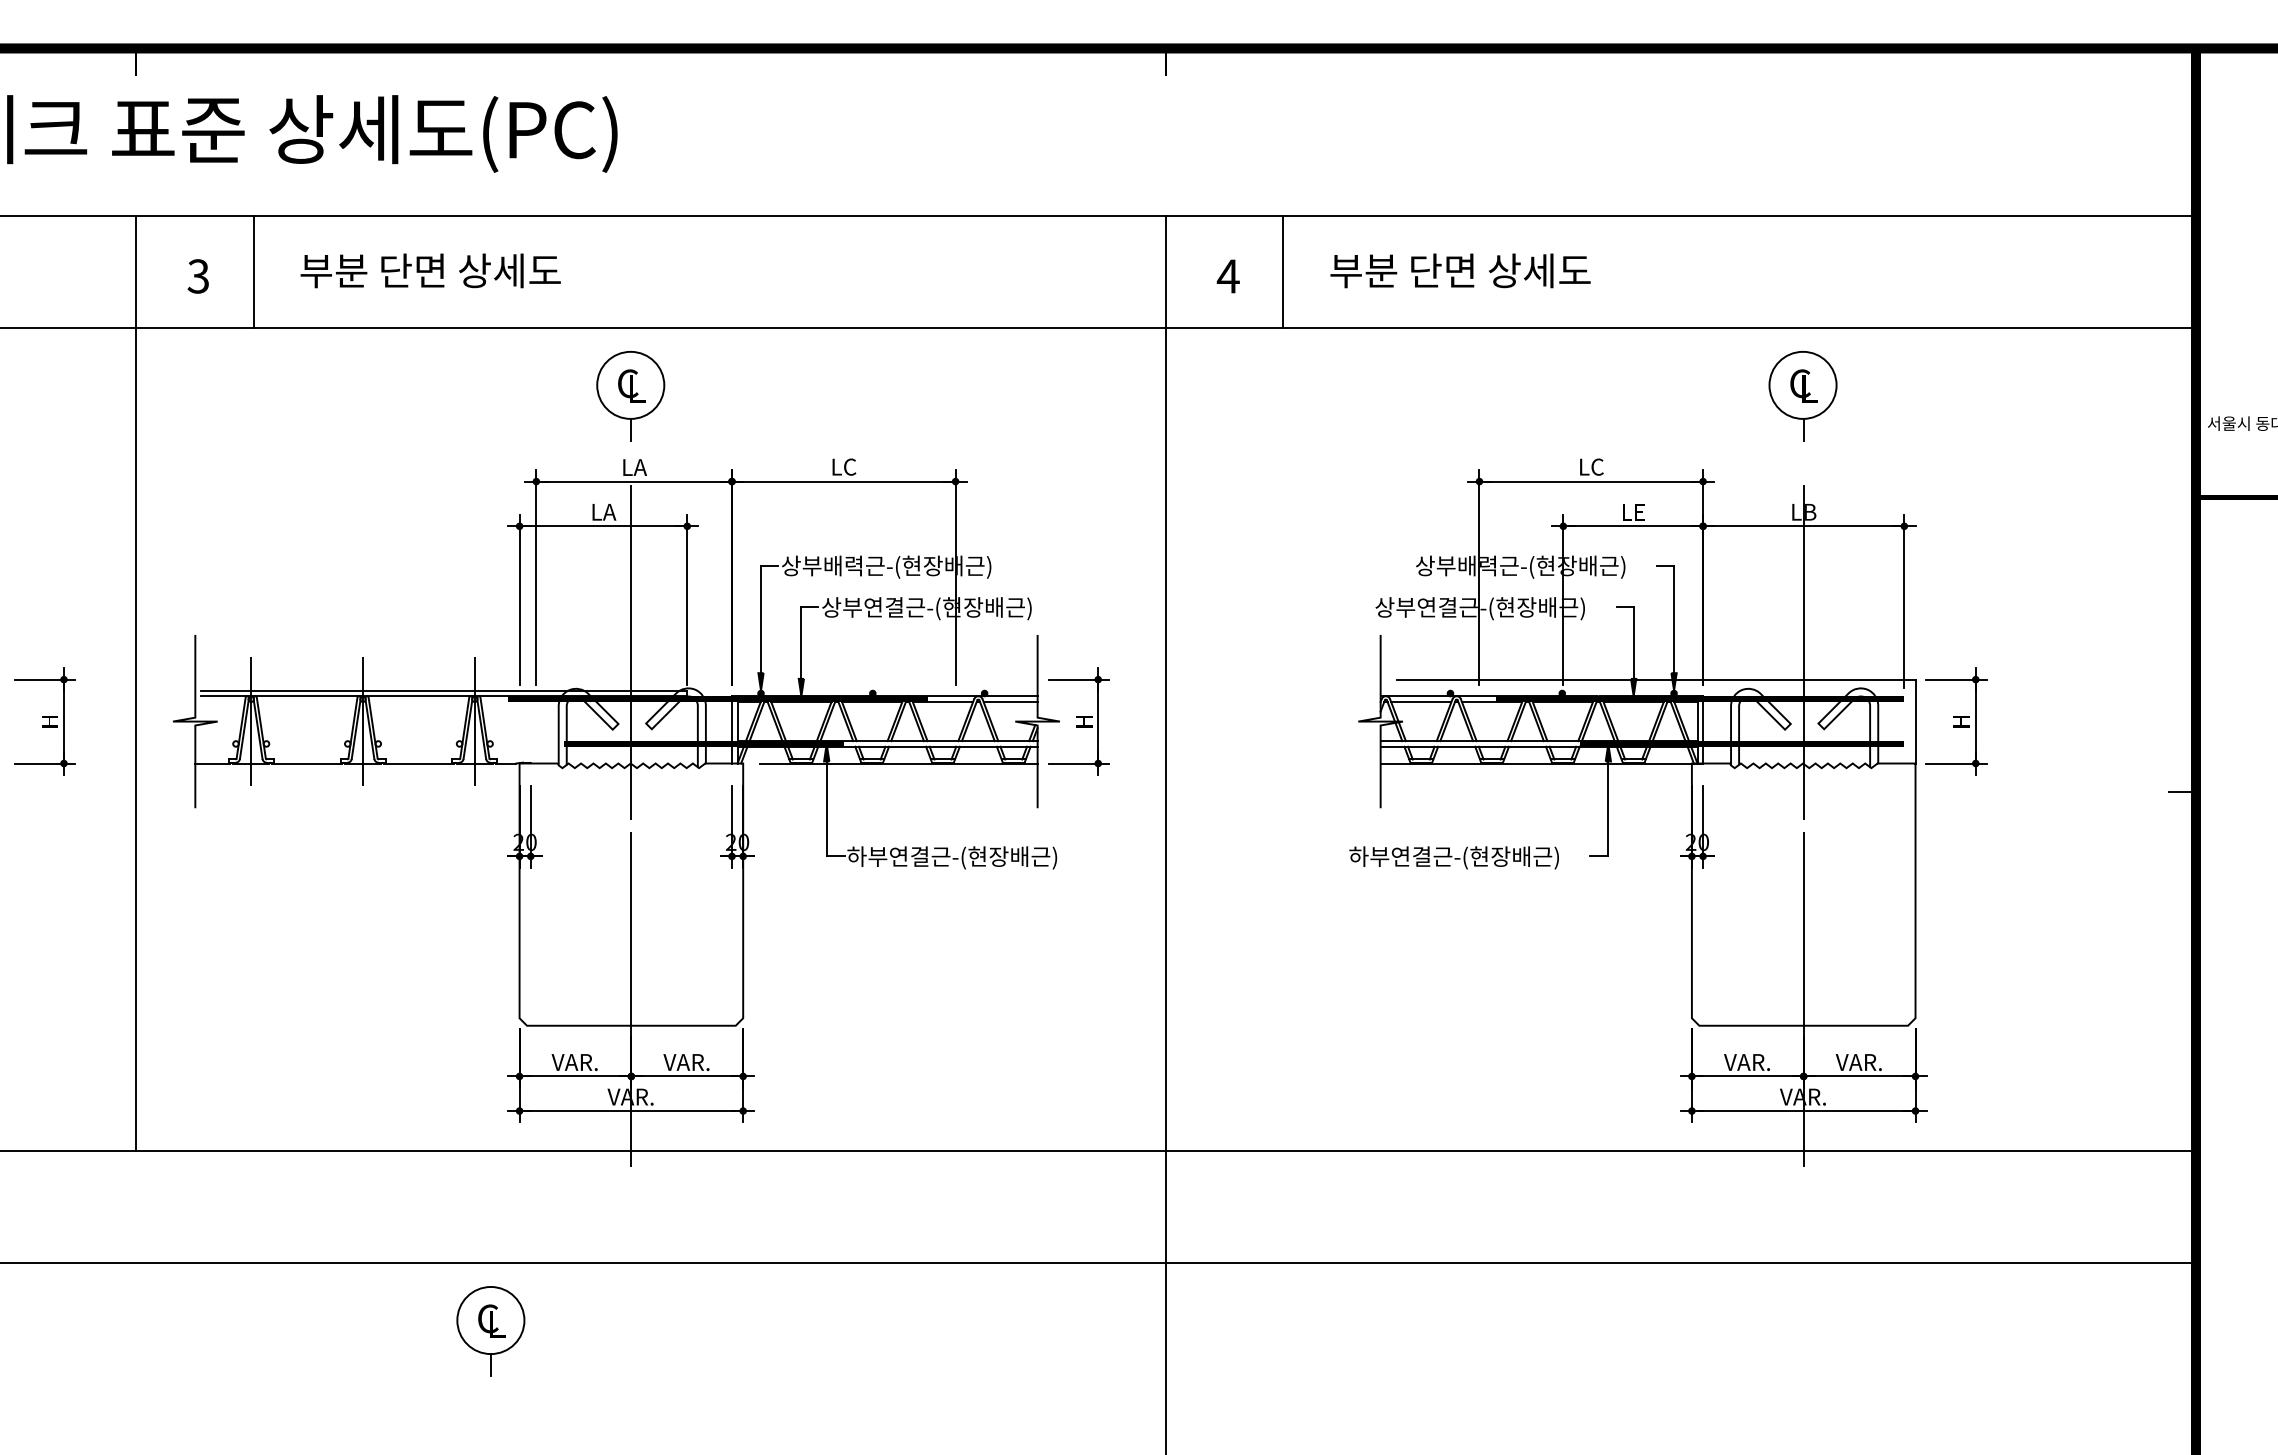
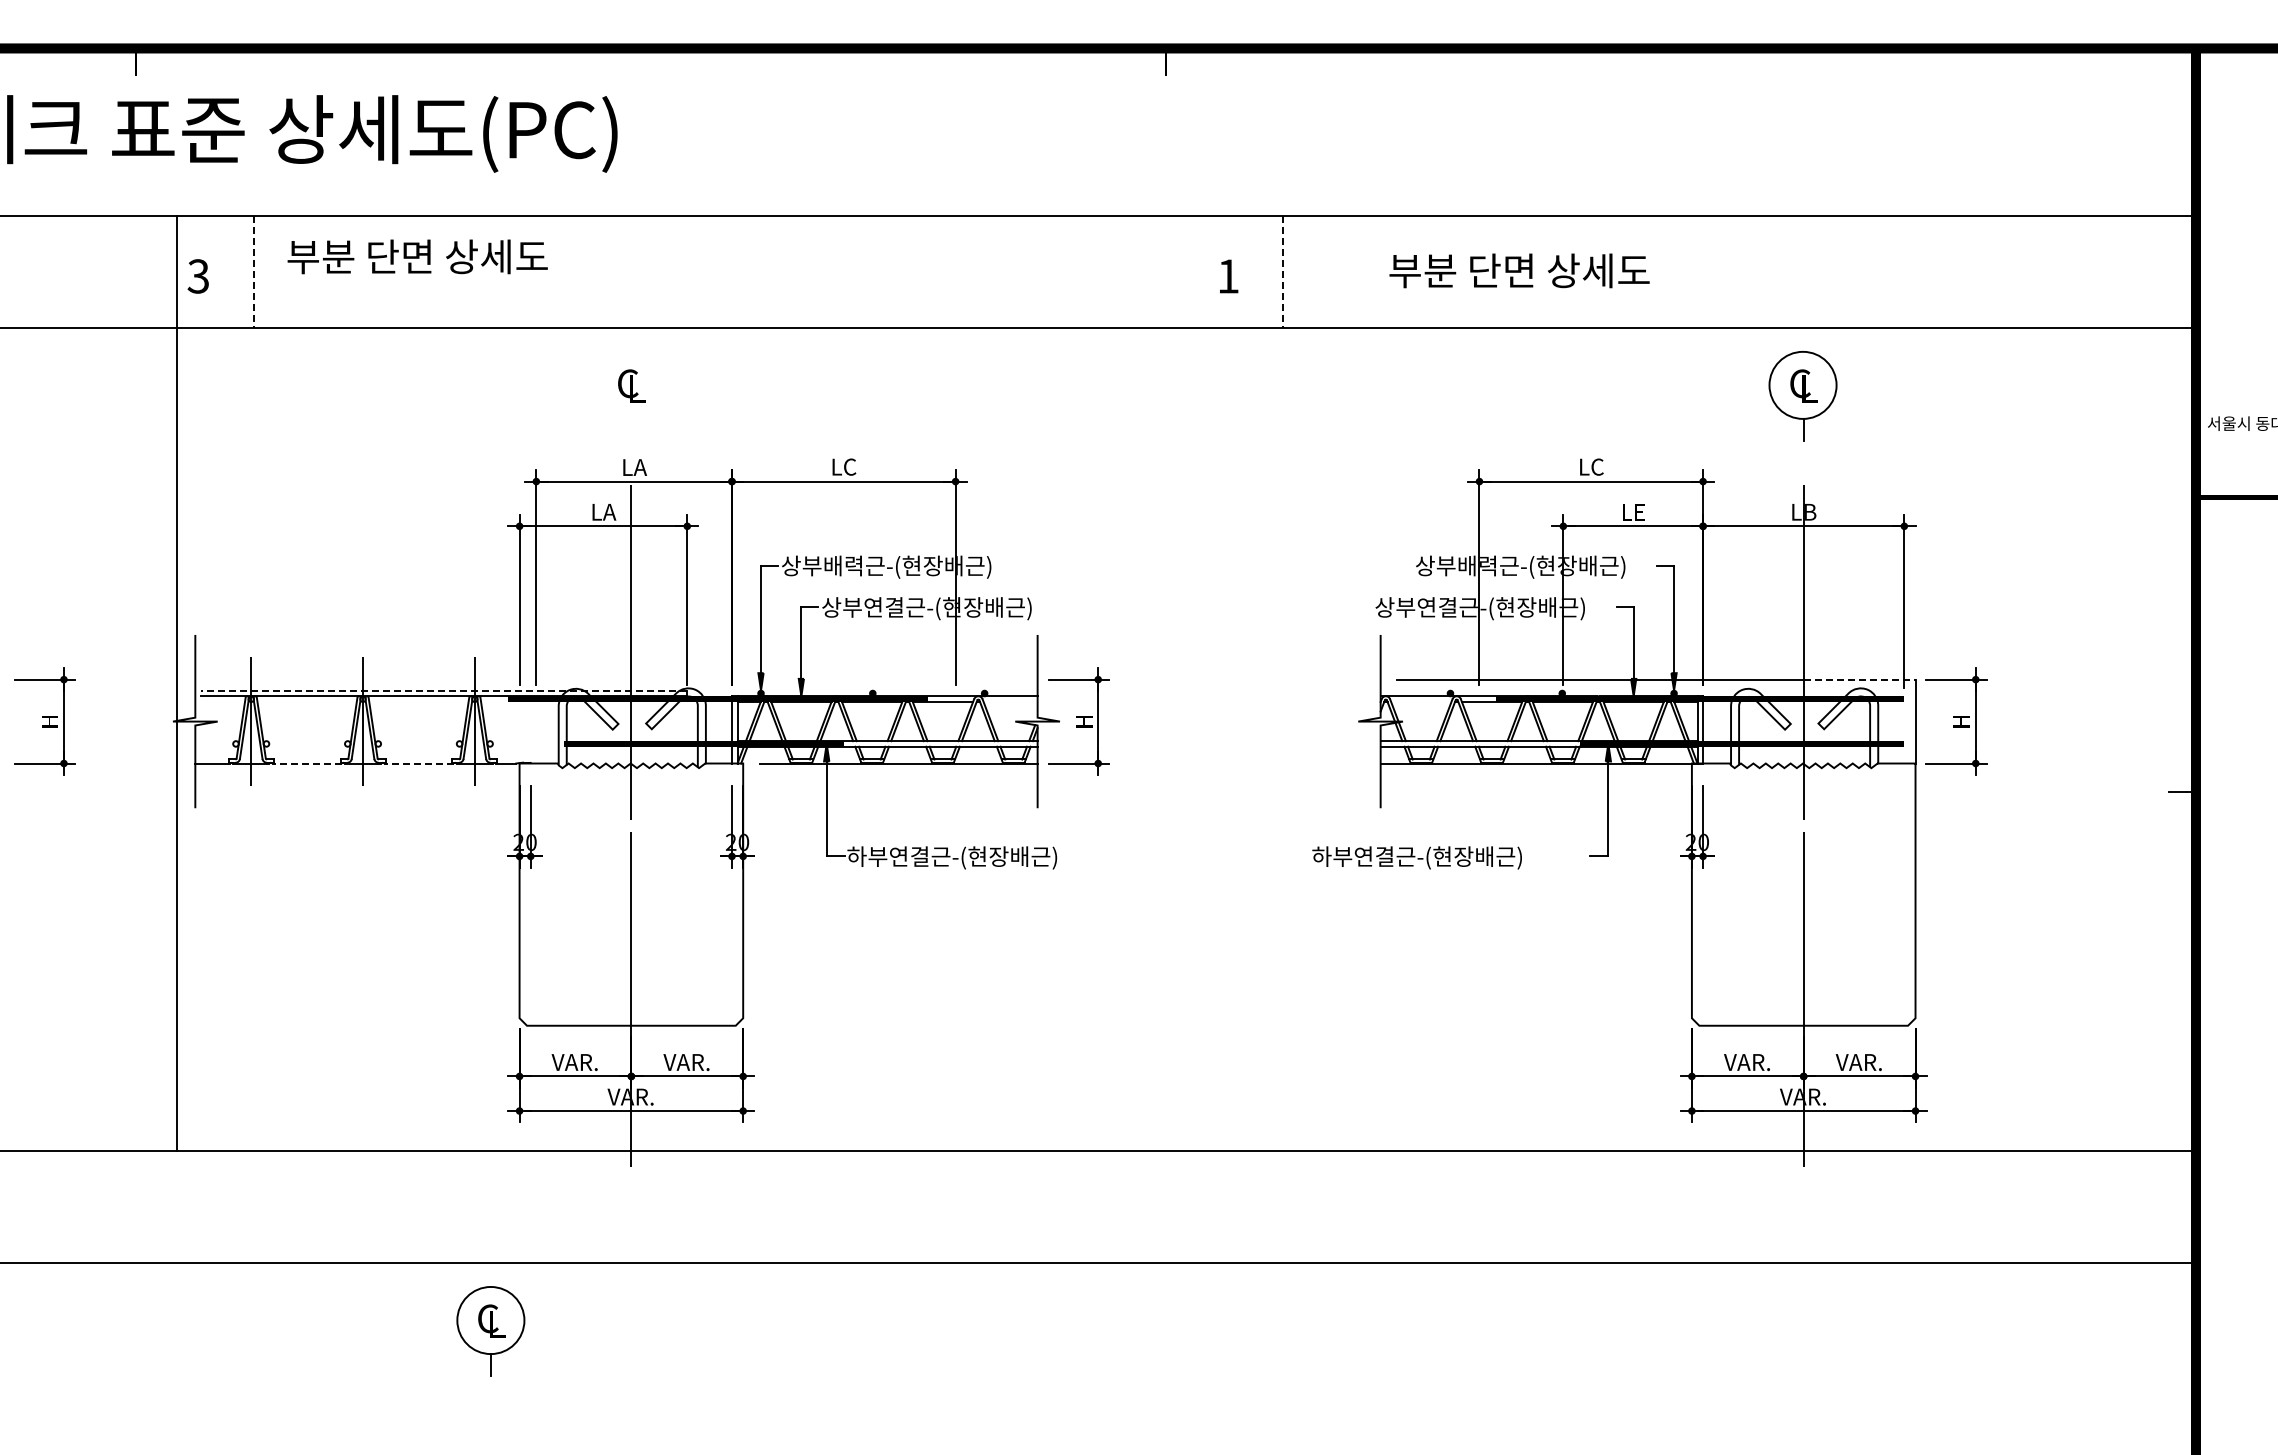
text at (430, 270) position: (430, 270) -> (417, 256)
text at (1460, 270) position: (1460, 270) -> (1519, 270)
line at (253, 272): solid -> dashed
line at (1283, 272): solid -> dashed
text at (1227, 276): 4 -> 1
part at (630, 396): present -> none
line at (1859, 679): solid -> dashed
line at (135, 683) position: (135, 683) -> (176, 683)
line at (443, 690): solid -> dashed
line at (1010, 702): present -> none
line at (1421, 702): present -> none
line at (307, 763): solid -> dashed
line at (418, 763): solid -> dashed
line at (1165, 833): present -> none
text at (1453, 857) position: (1453, 857) -> (1416, 857)
